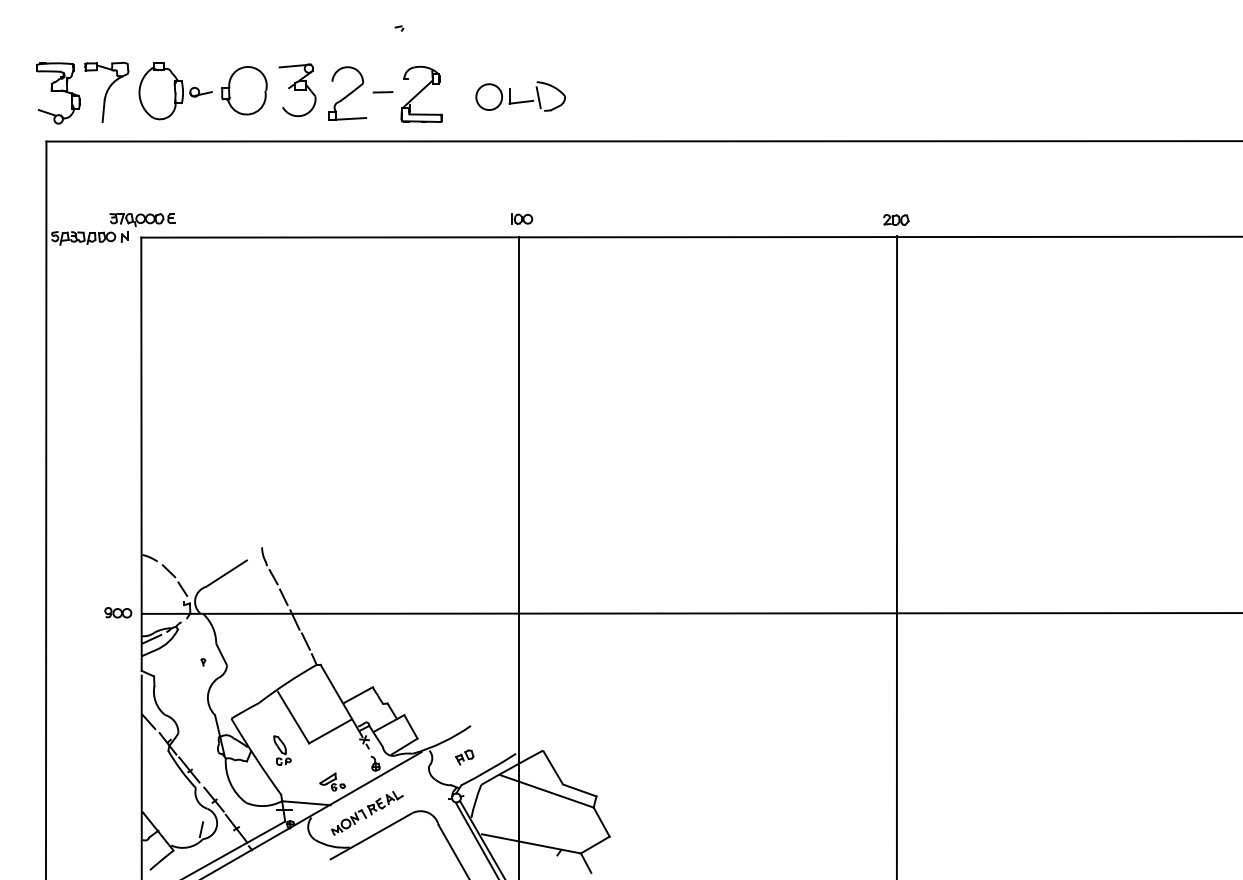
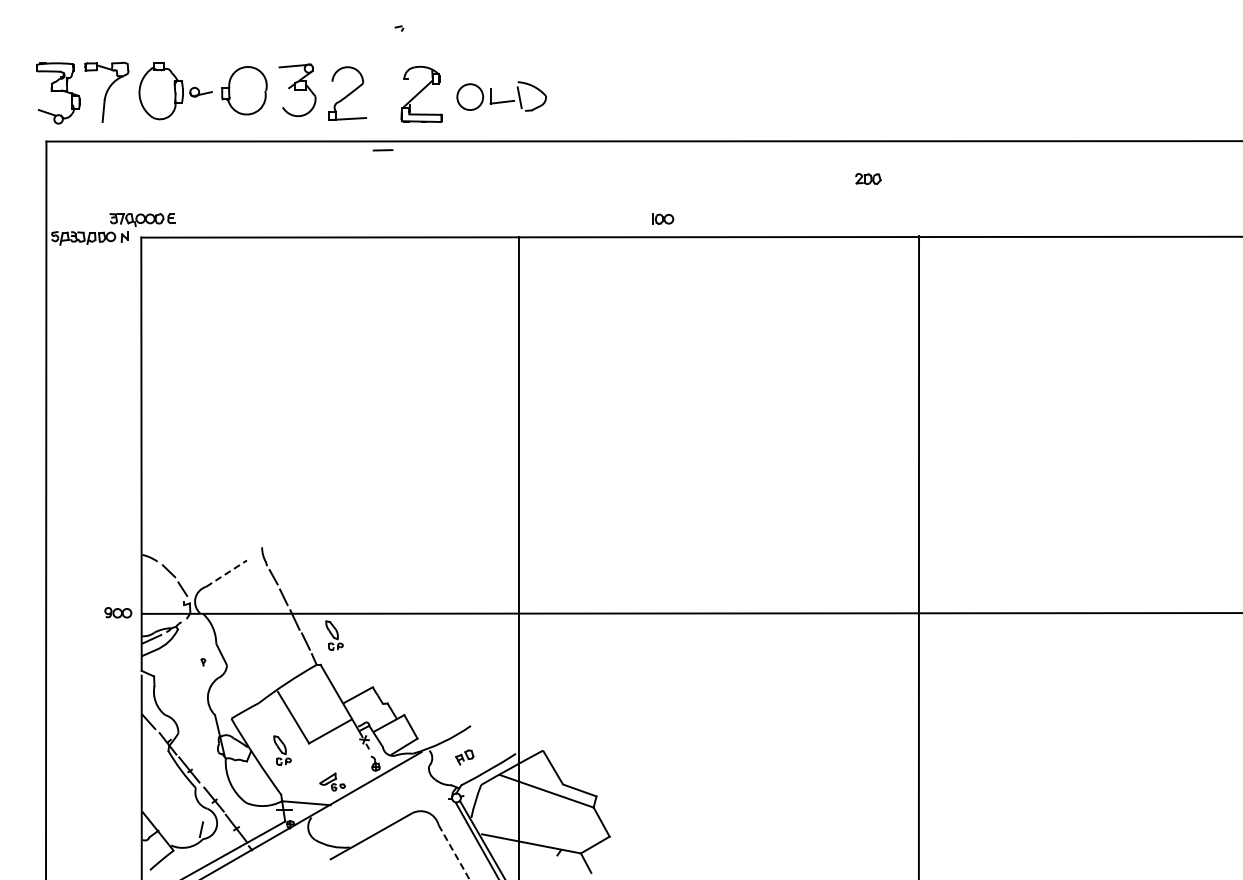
line at (382, 92) position: (382, 92) -> (382, 150)
part at (520, 96) position: (520, 96) -> (501, 96)
part at (522, 218) position: (522, 218) -> (663, 218)
part at (896, 219) position: (896, 219) -> (868, 178)
line at (896, 556) position: (896, 556) -> (918, 556)
line at (227, 573): solid -> dashed
part at (334, 635): none -> present
part at (367, 813): present -> none
line at (454, 852): solid -> dashed
